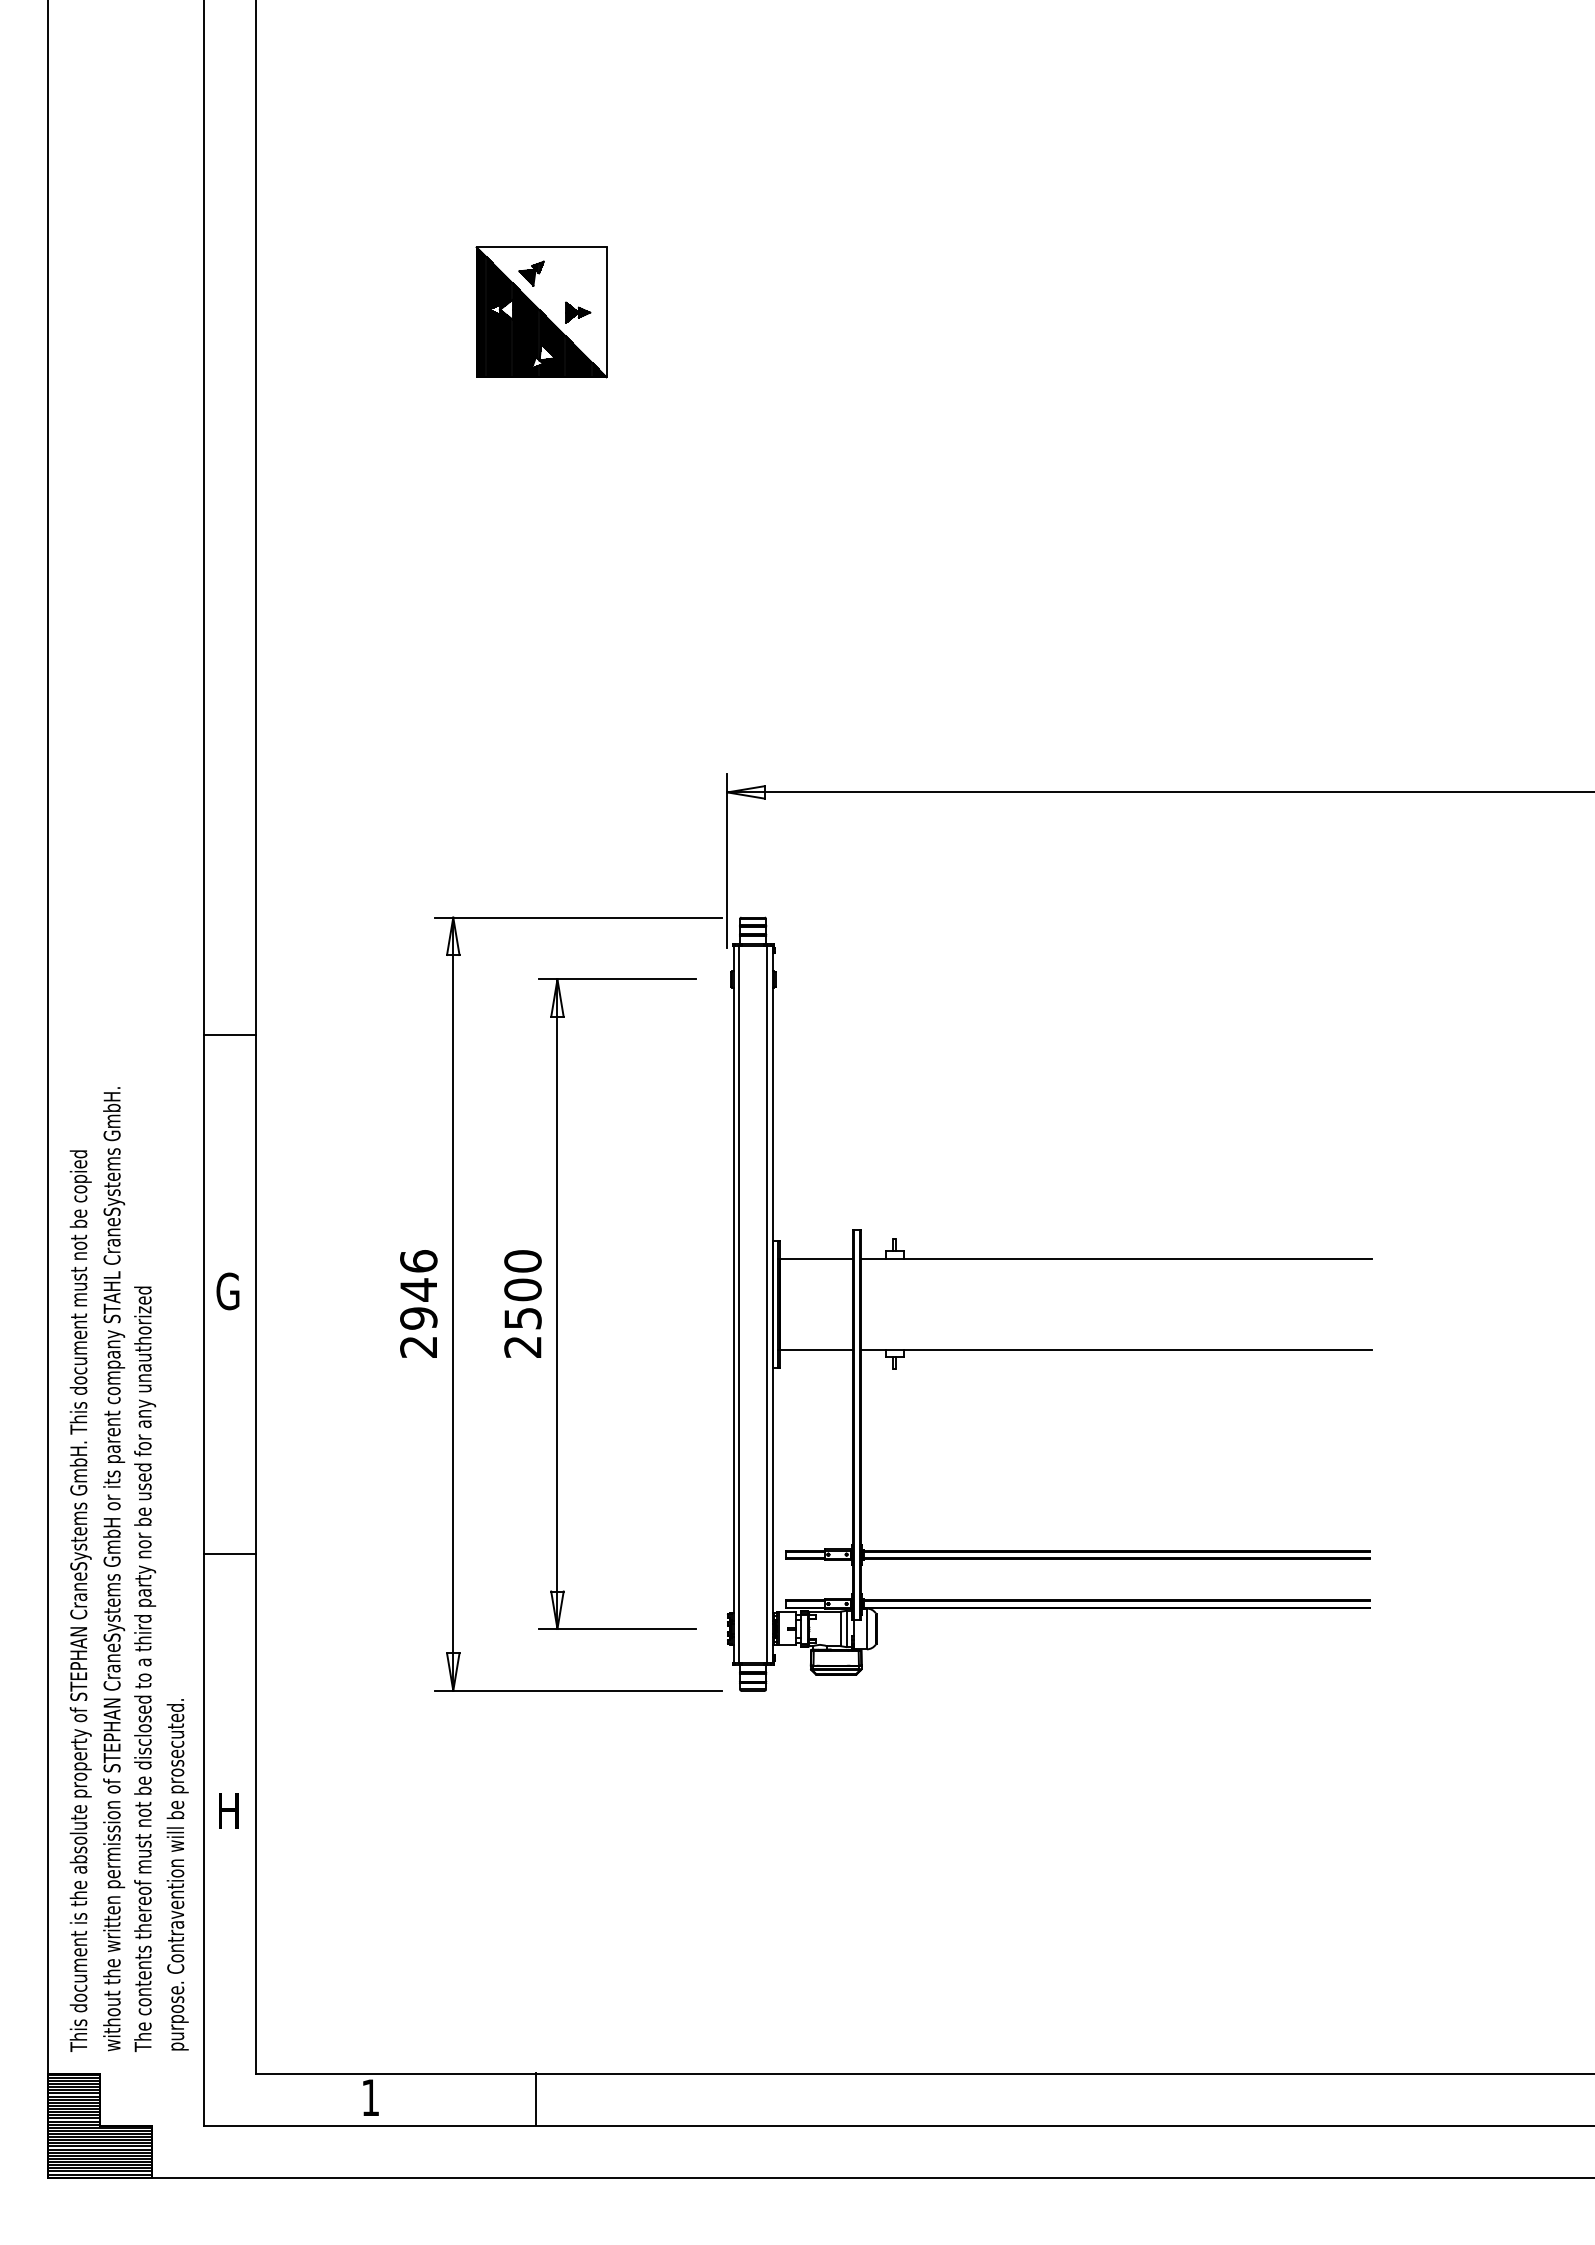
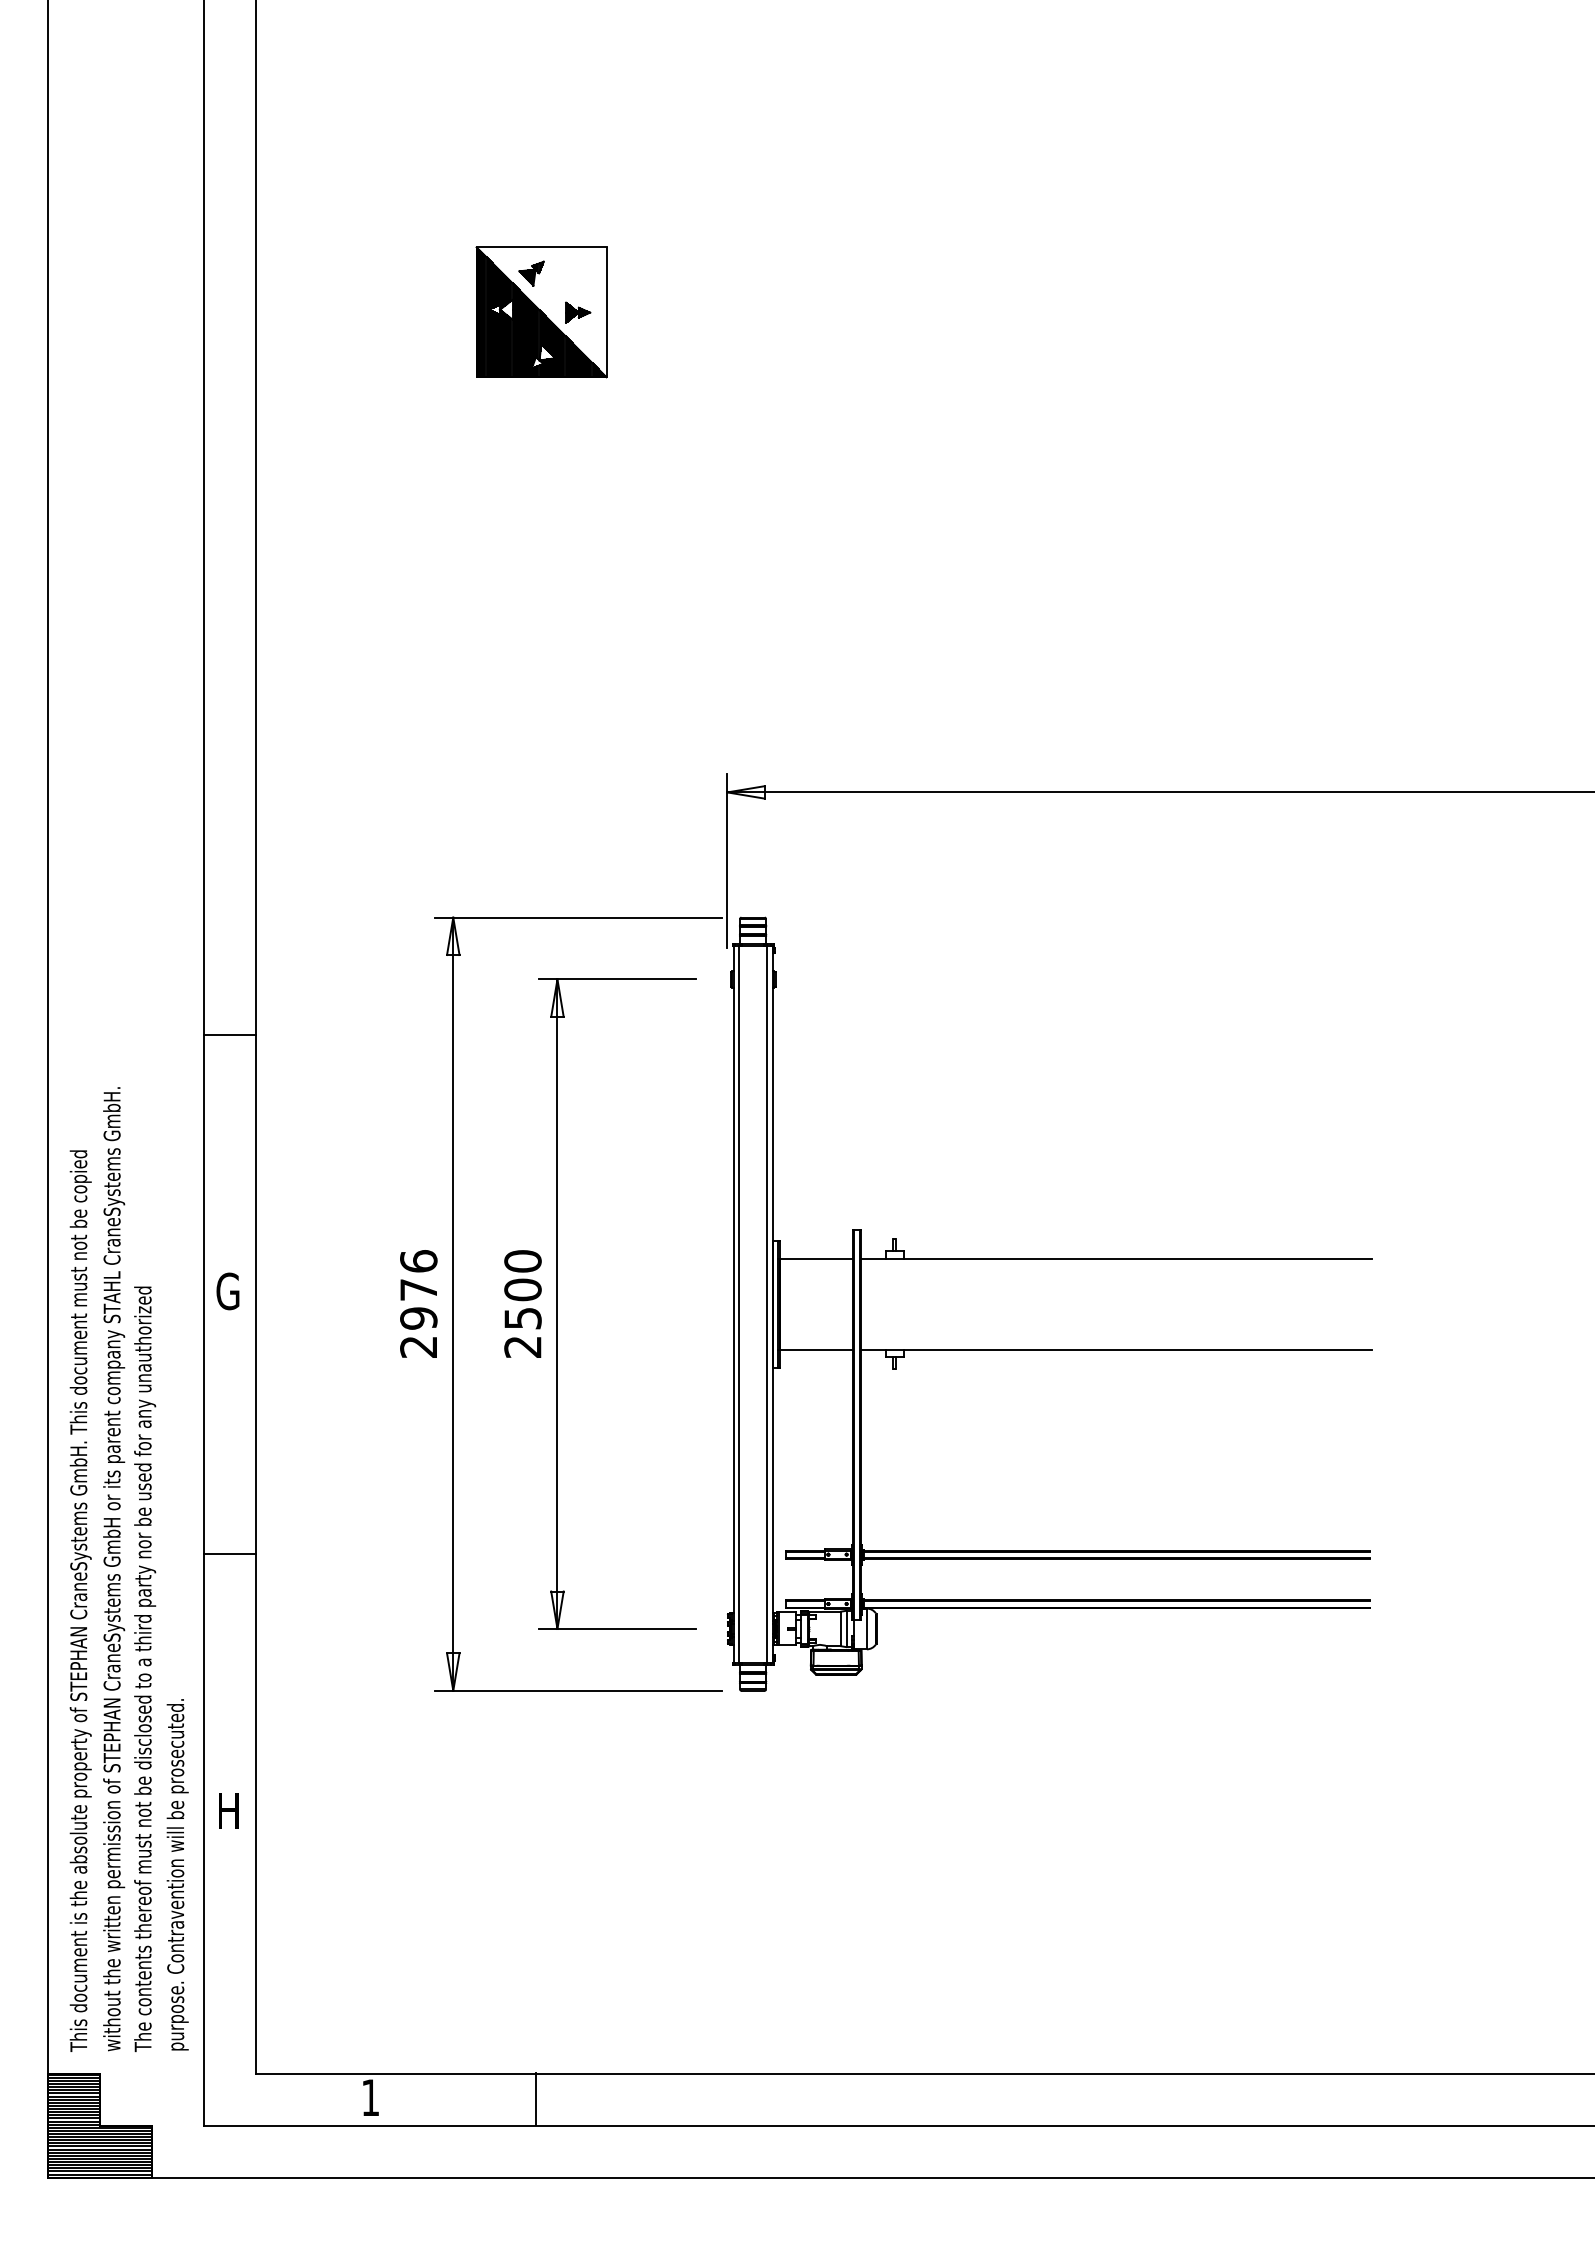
text at (418, 1289): 2946 -> 2976
